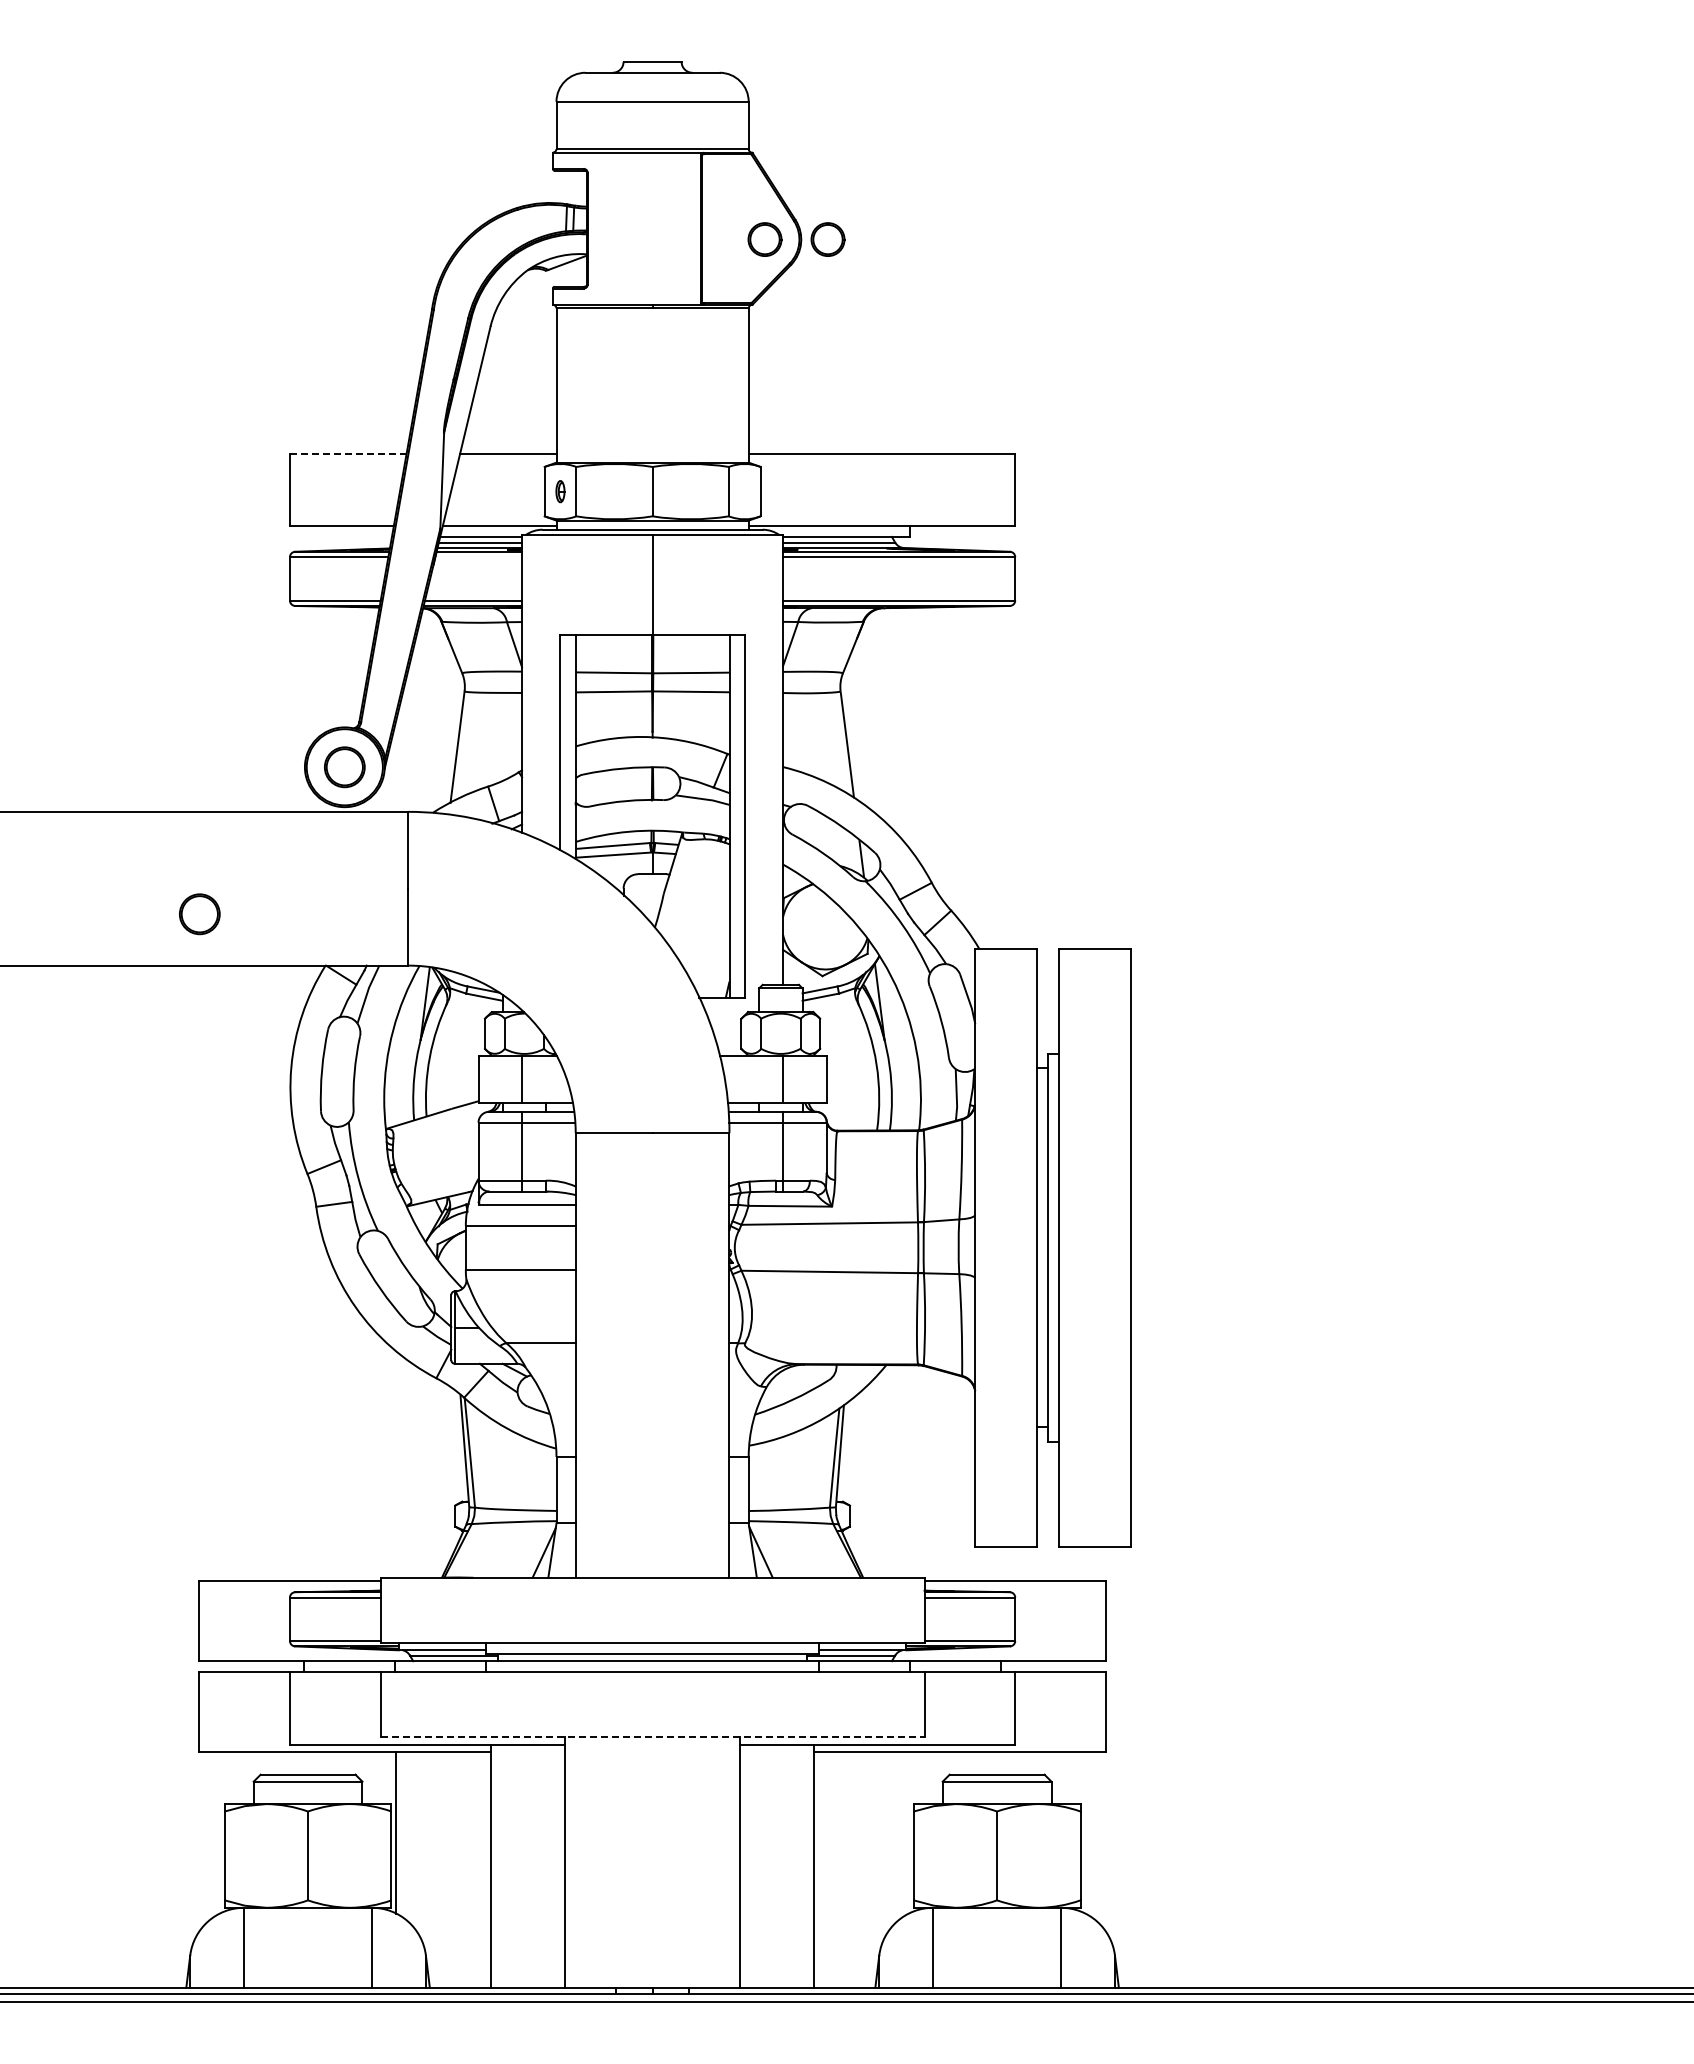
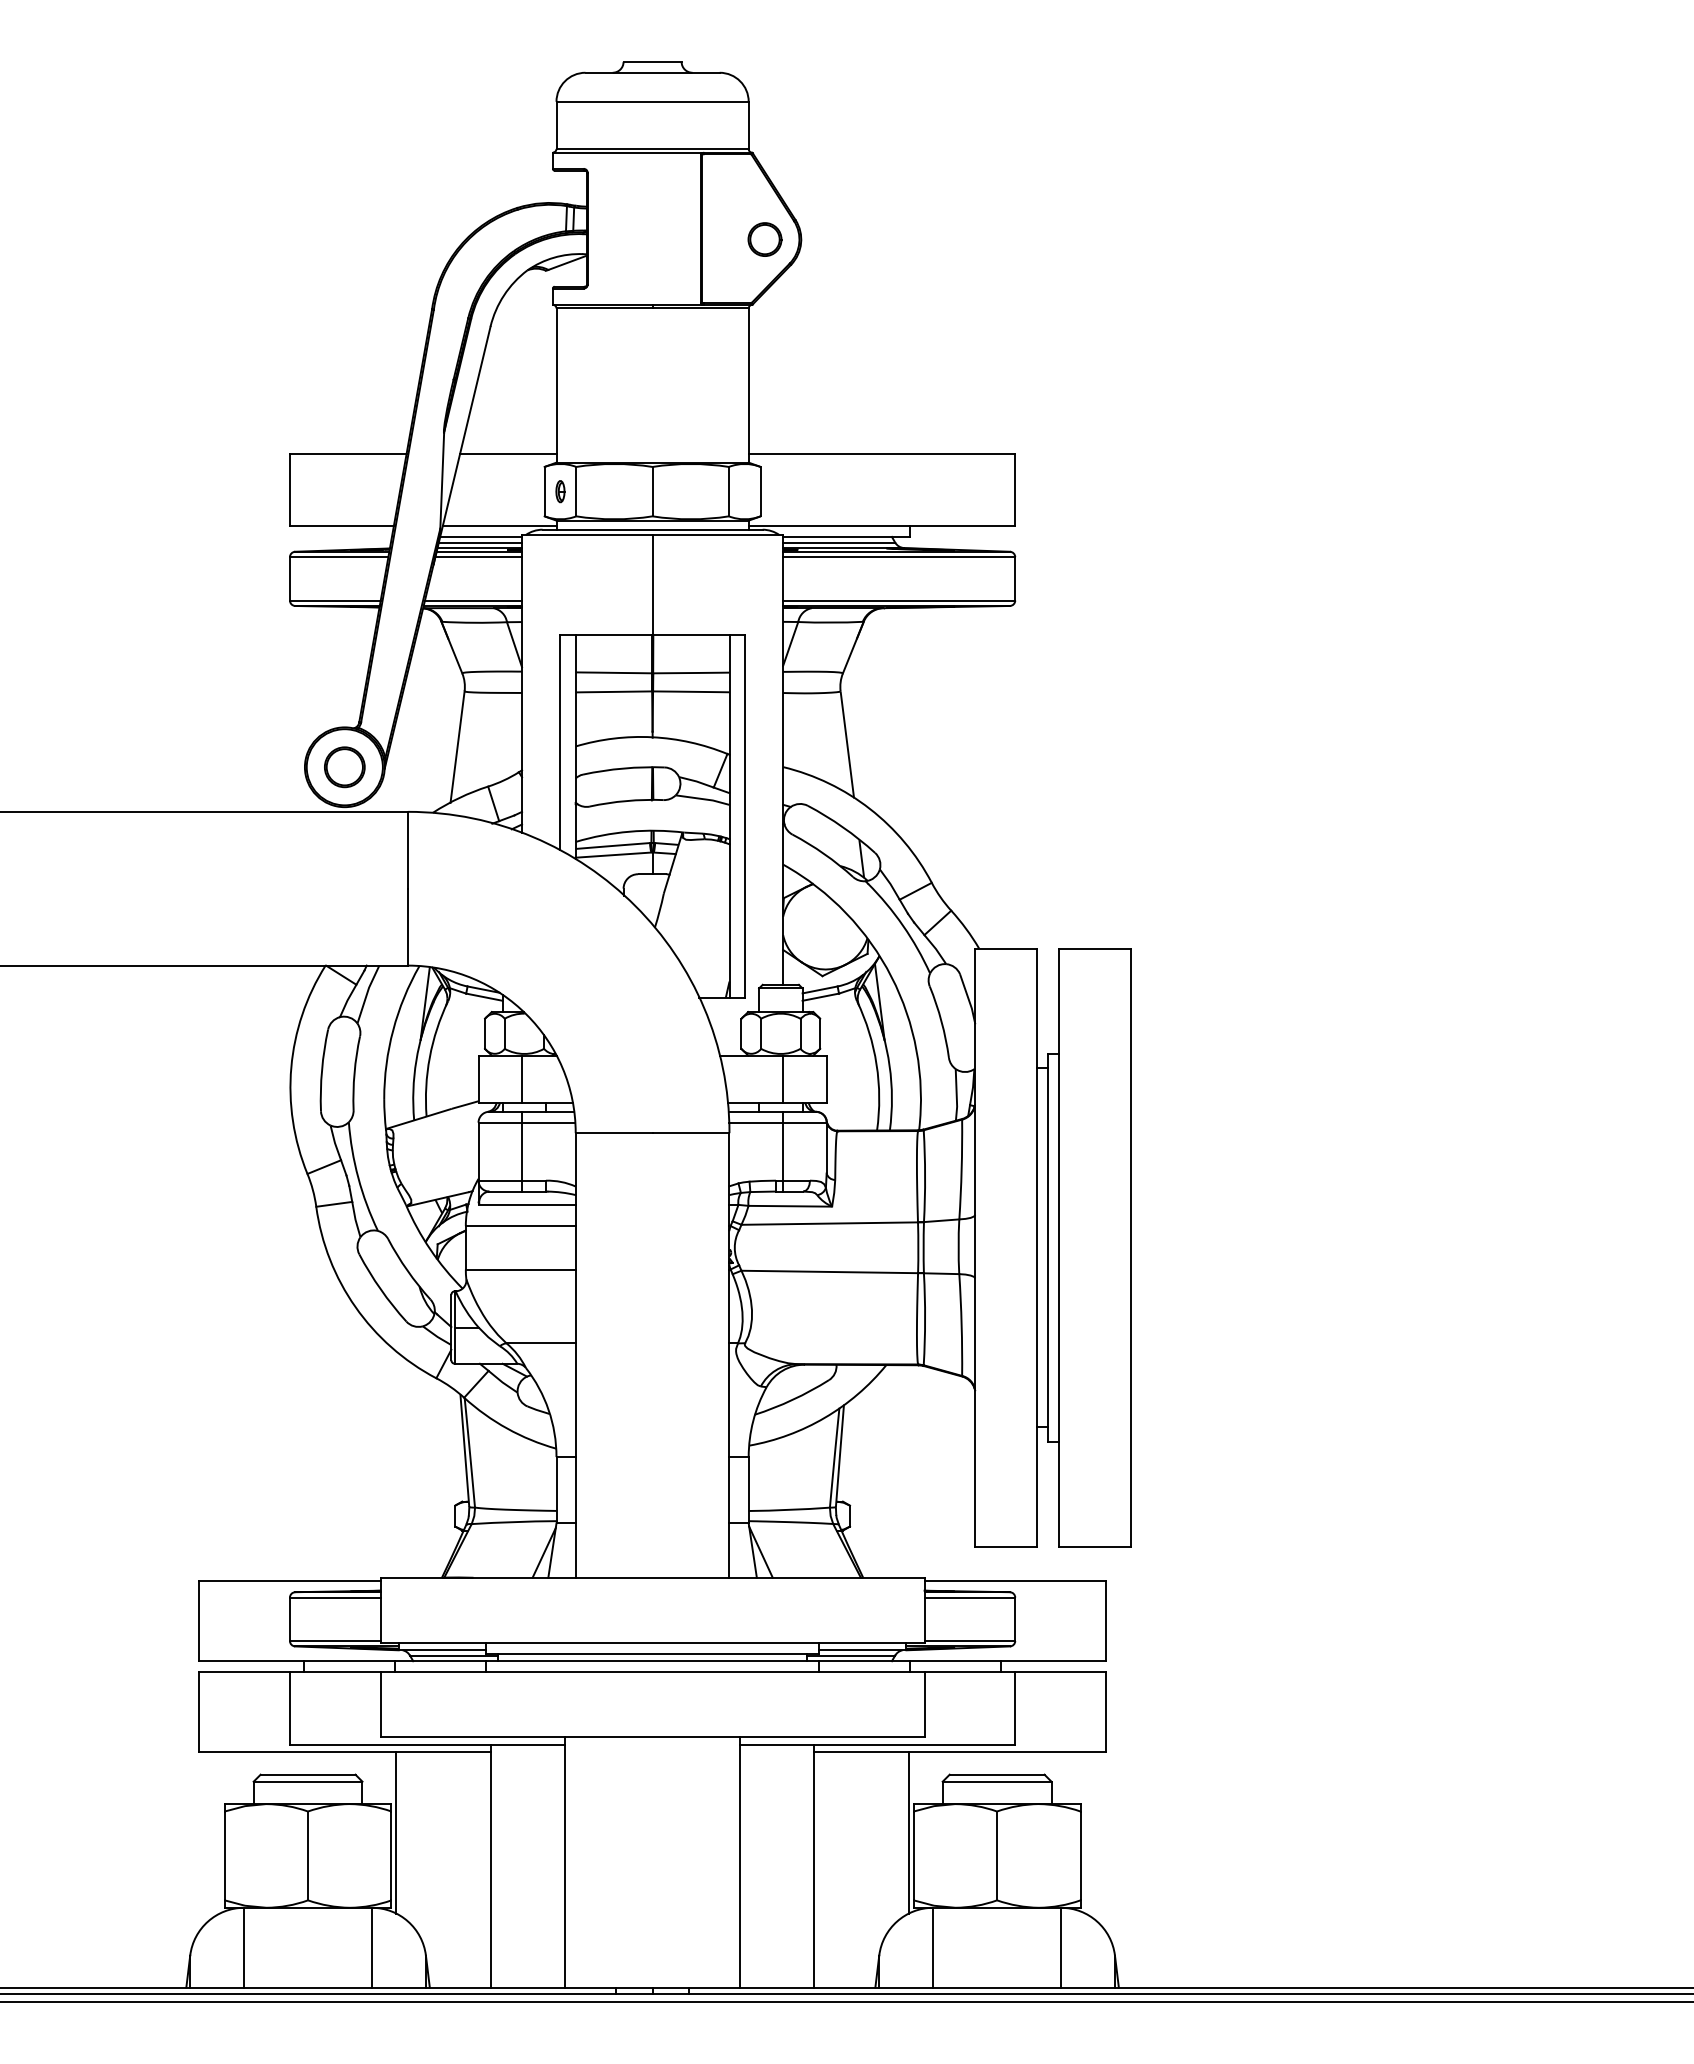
part at (827, 239): present -> none
line at (348, 453): dashed -> solid
line at (478, 557): none -> present
part at (199, 914): present -> none
line at (652, 1737): dashed -> solid
line at (908, 1832): none -> present
